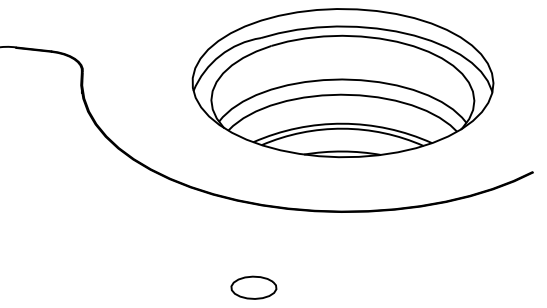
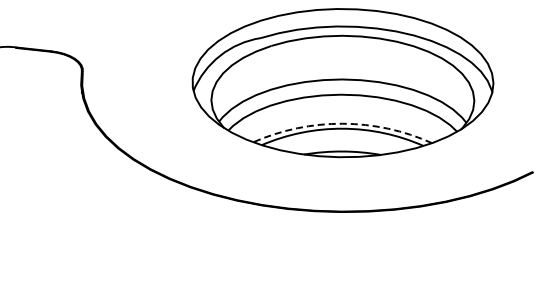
arc at (342, 123): solid -> dashed
part at (253, 287): present -> none
